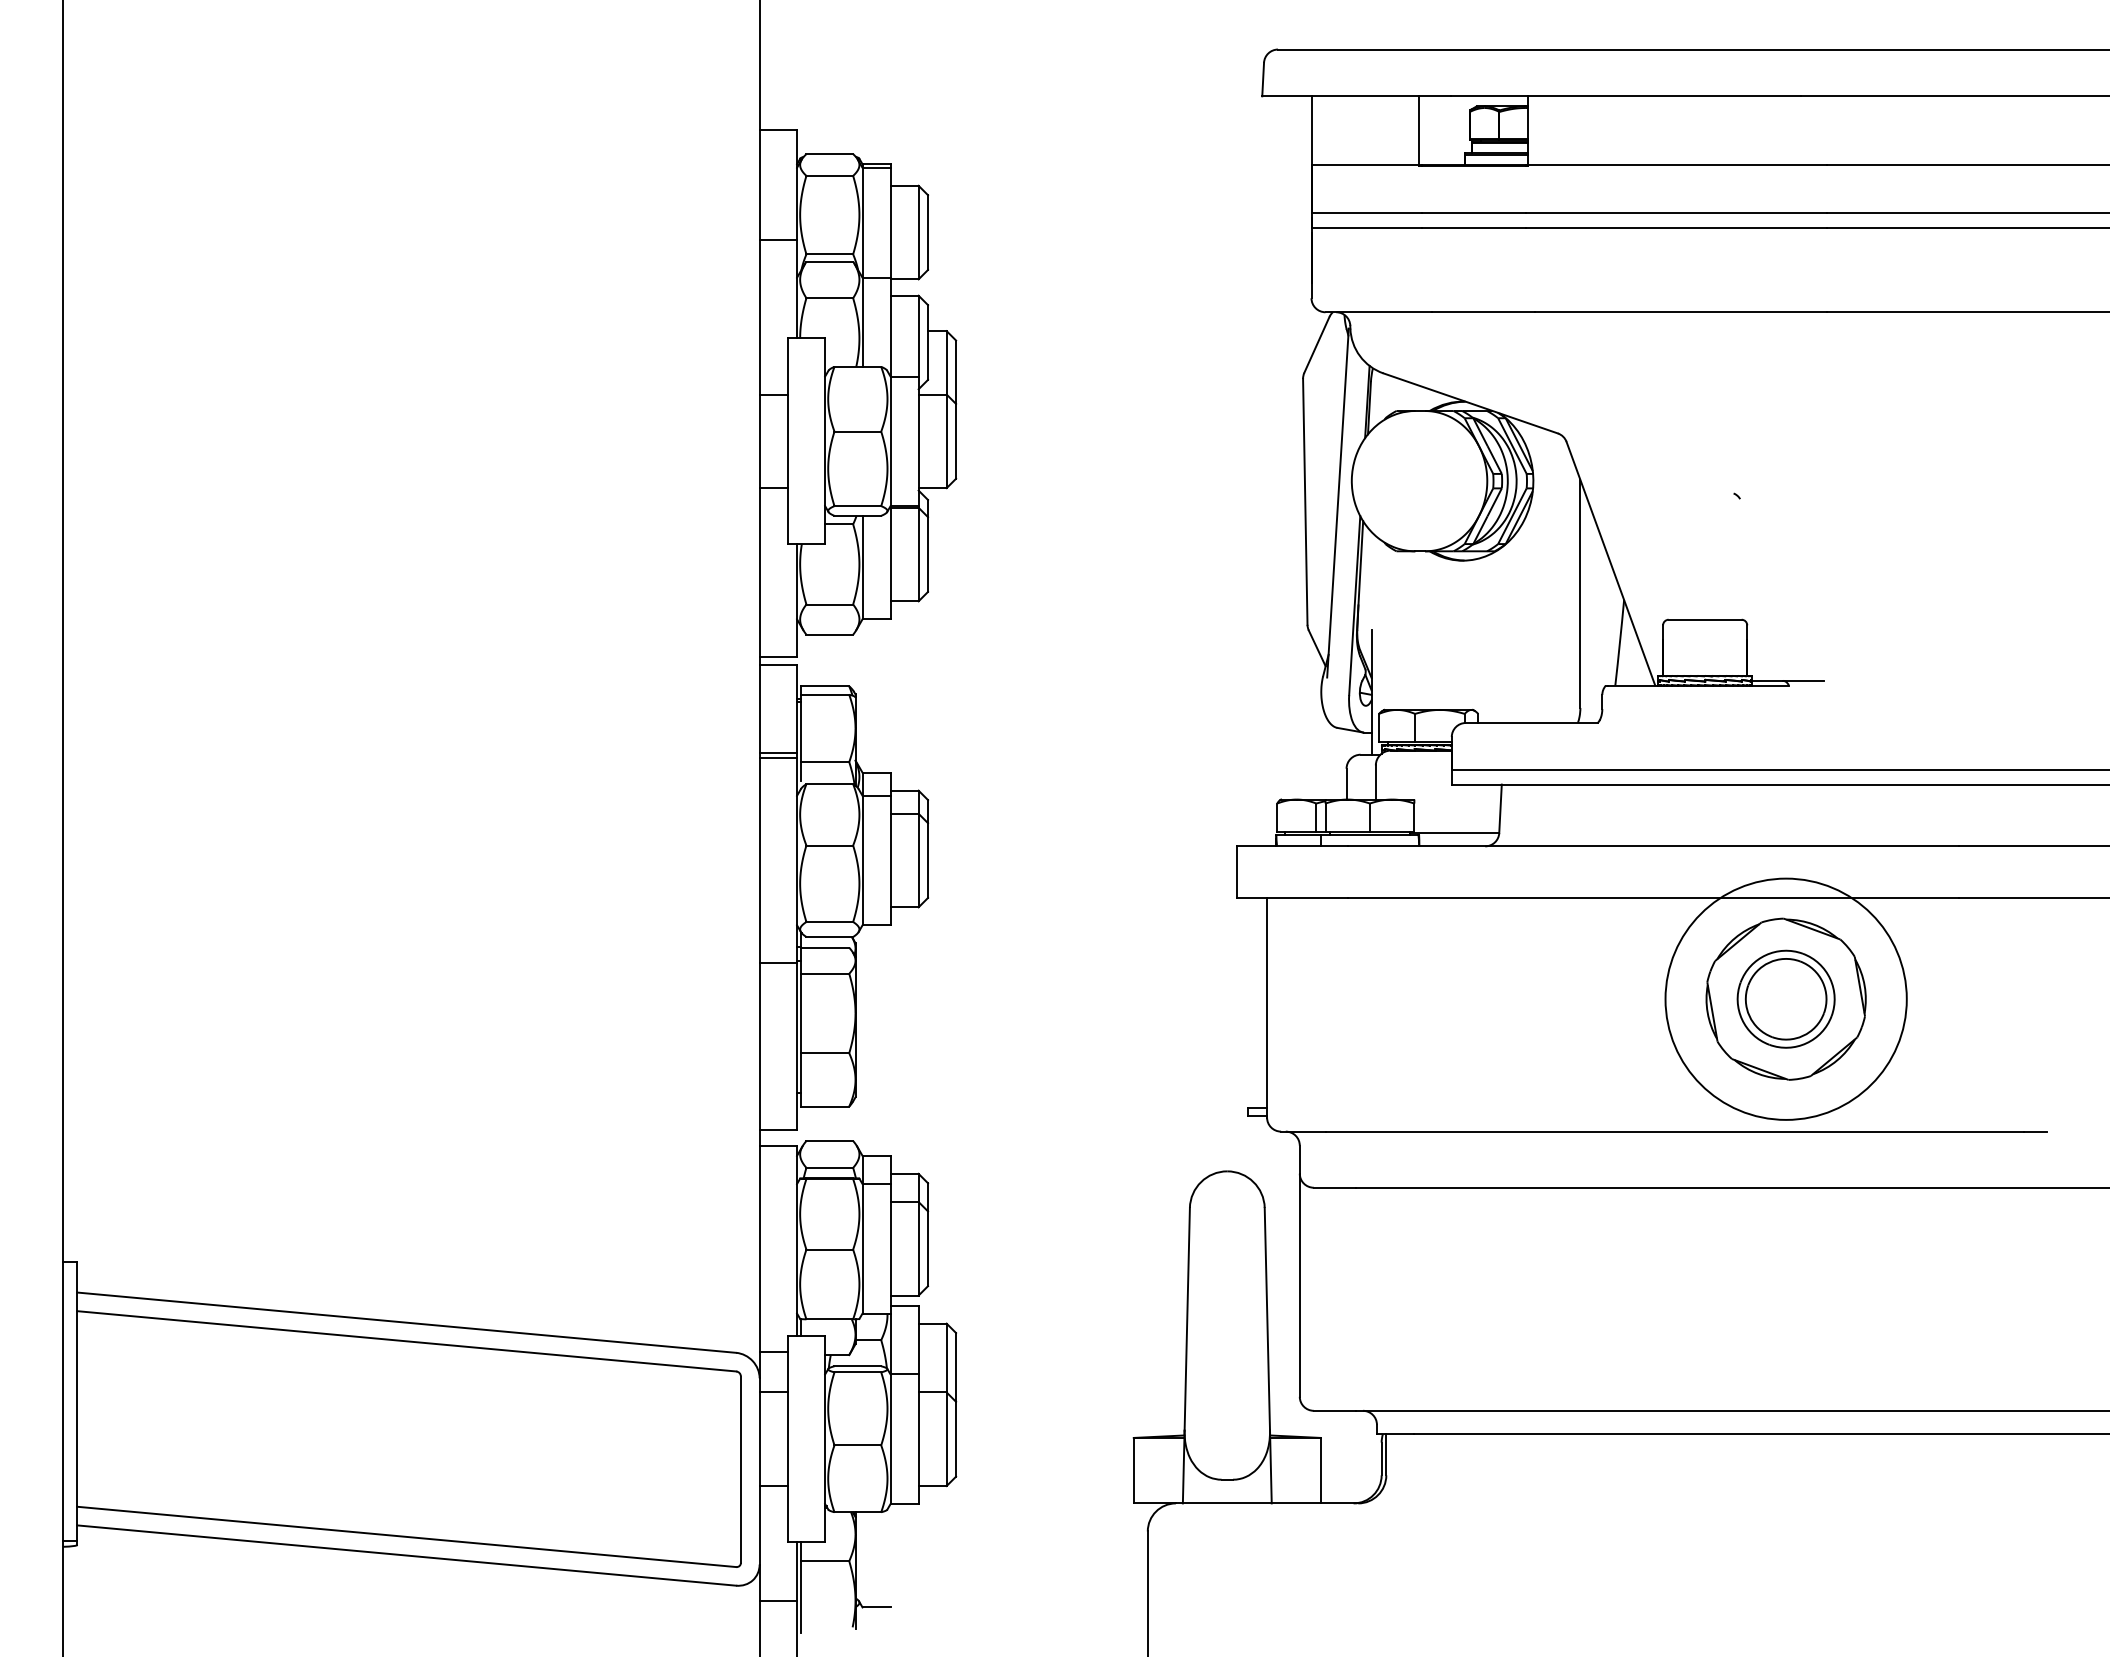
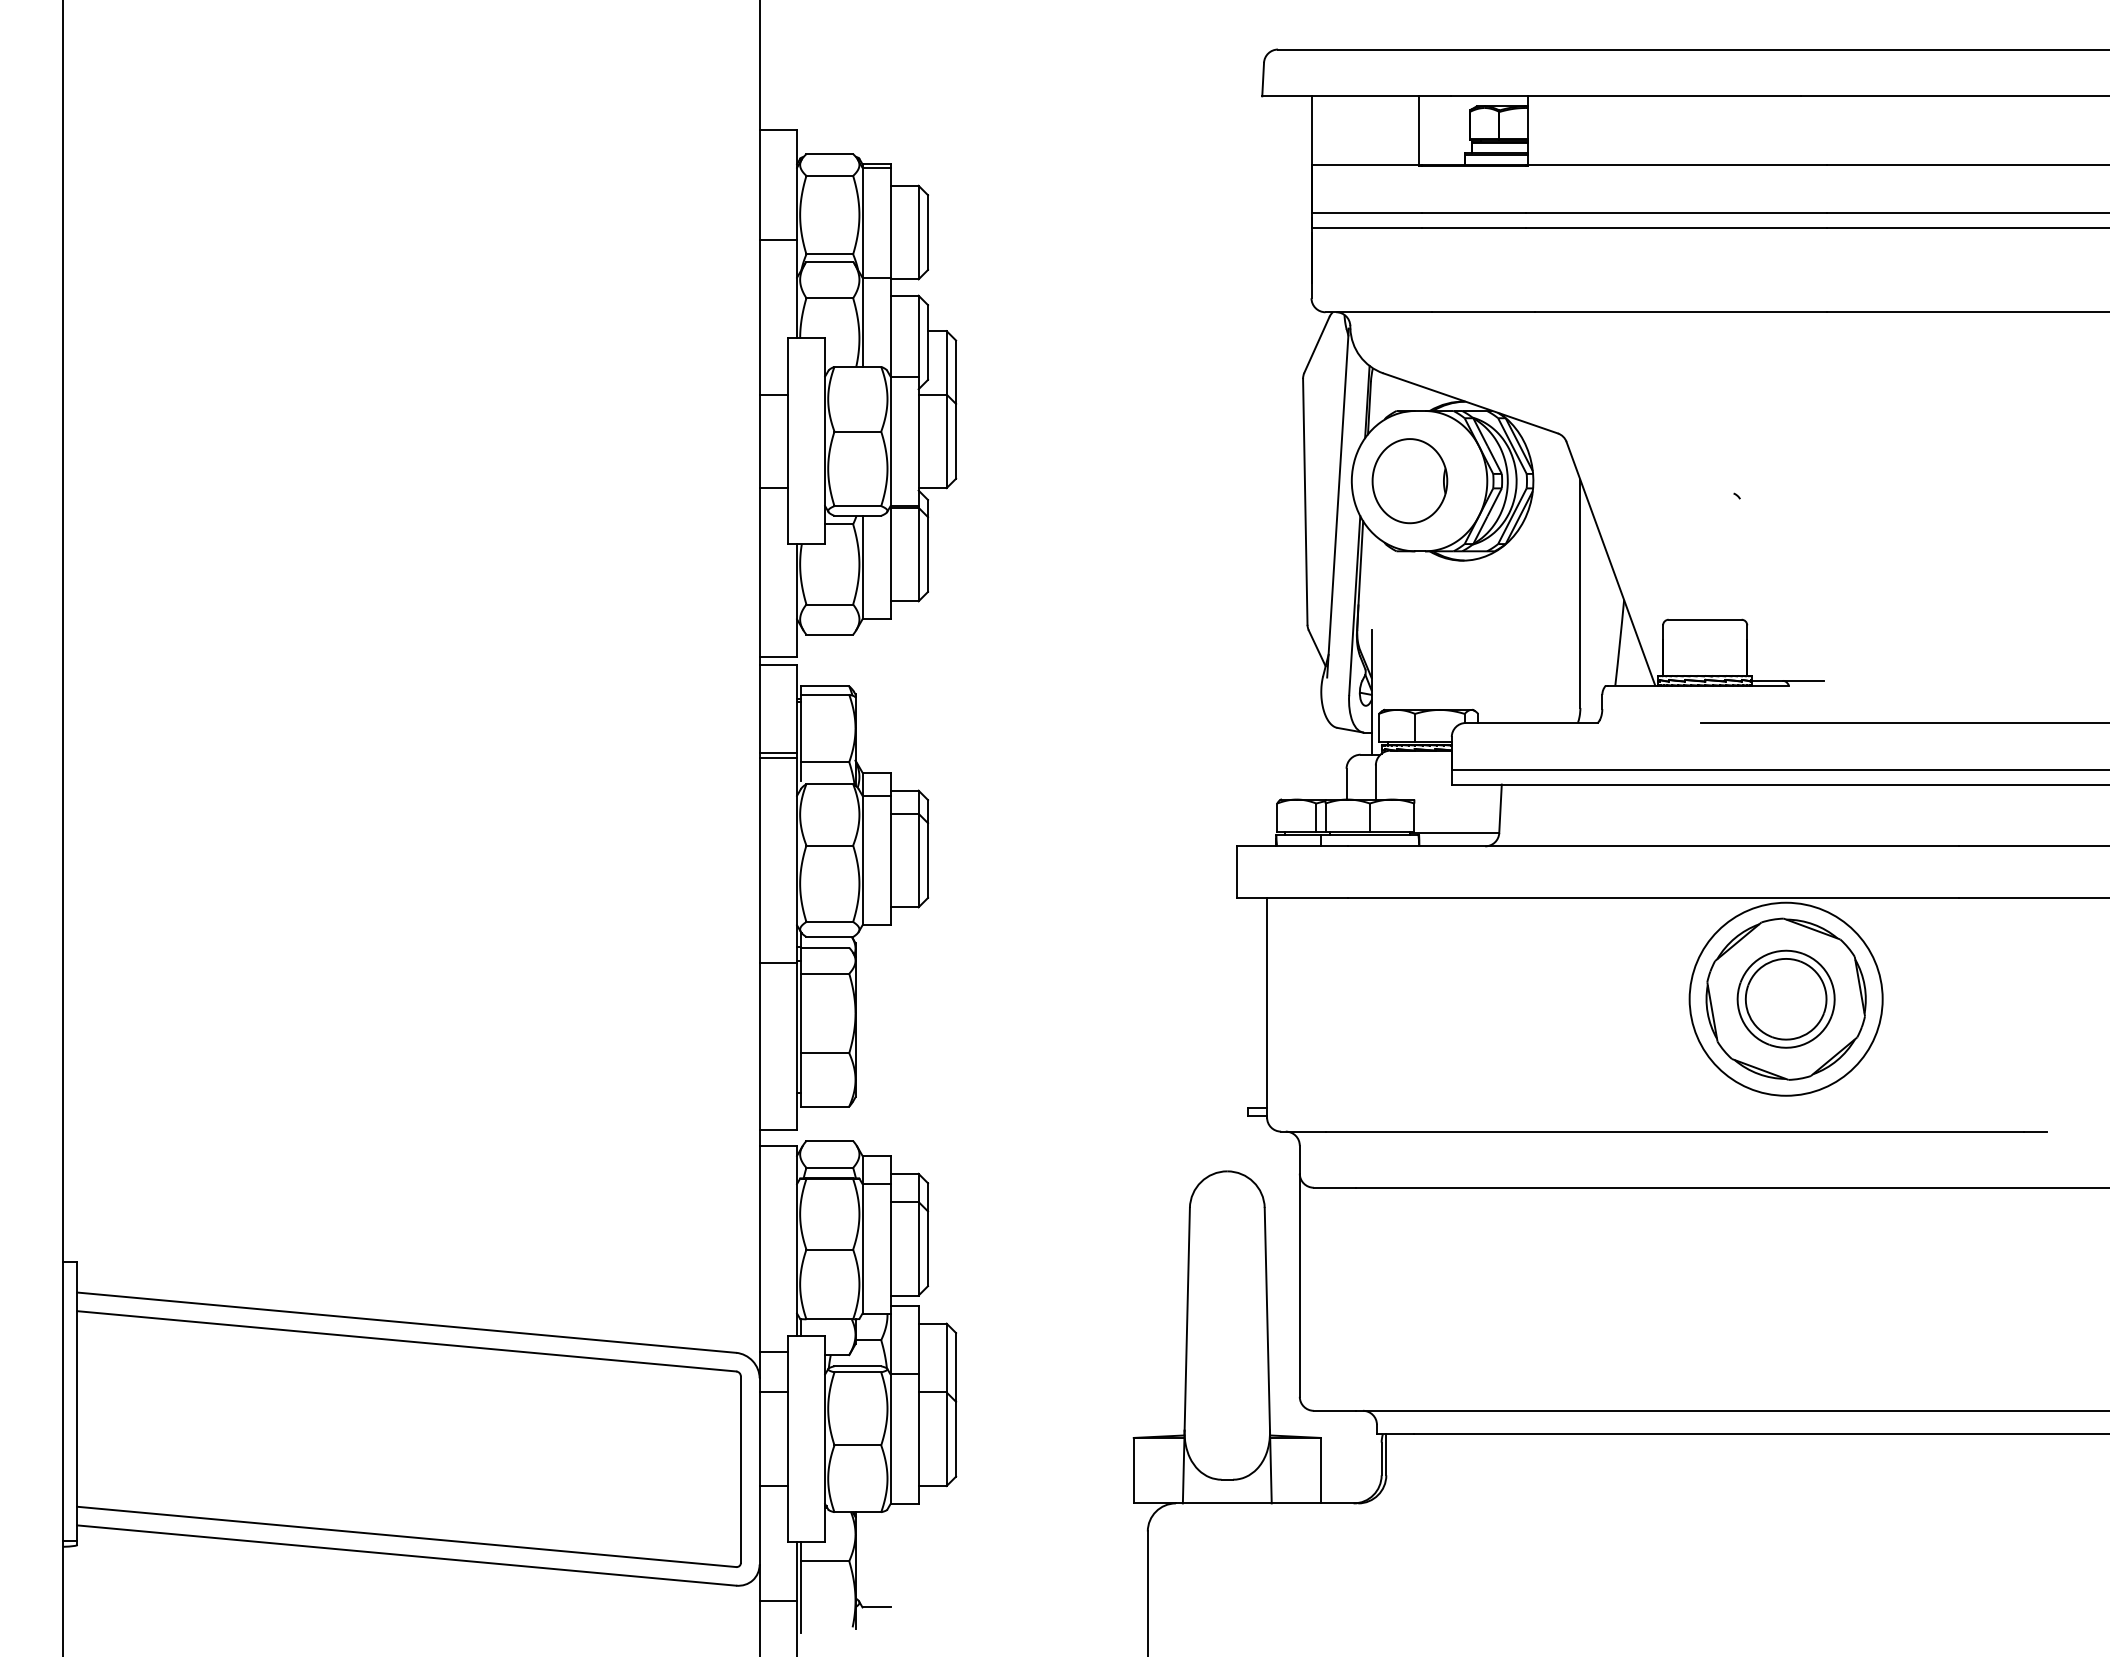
part at (1409, 481): none -> present
line at (1903, 723): none -> present
circle at (1785, 998) diameter: 241 px -> 193 px
